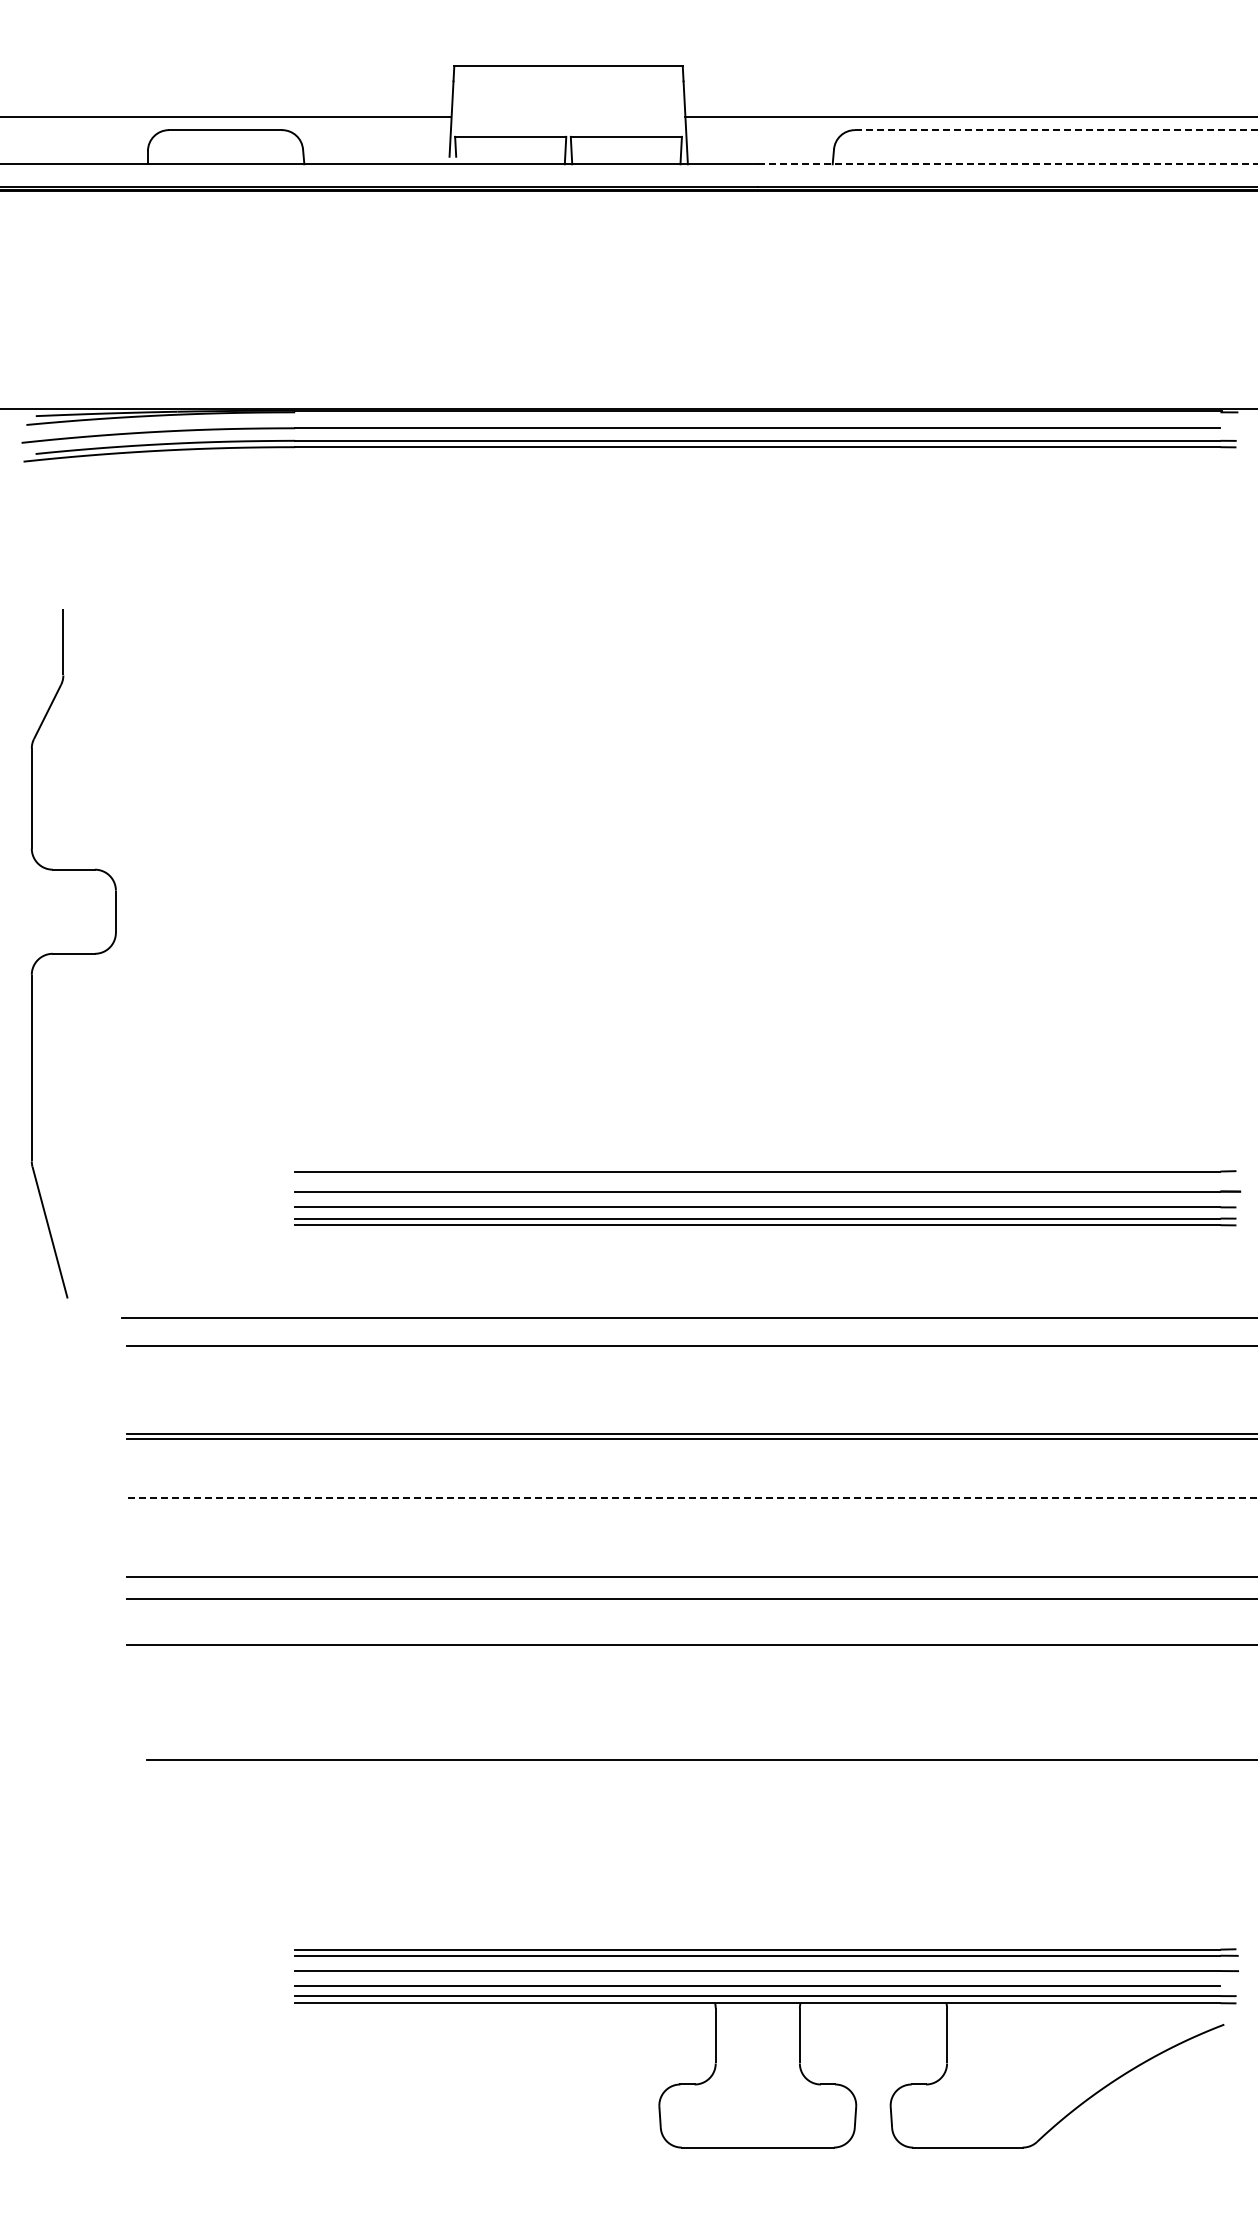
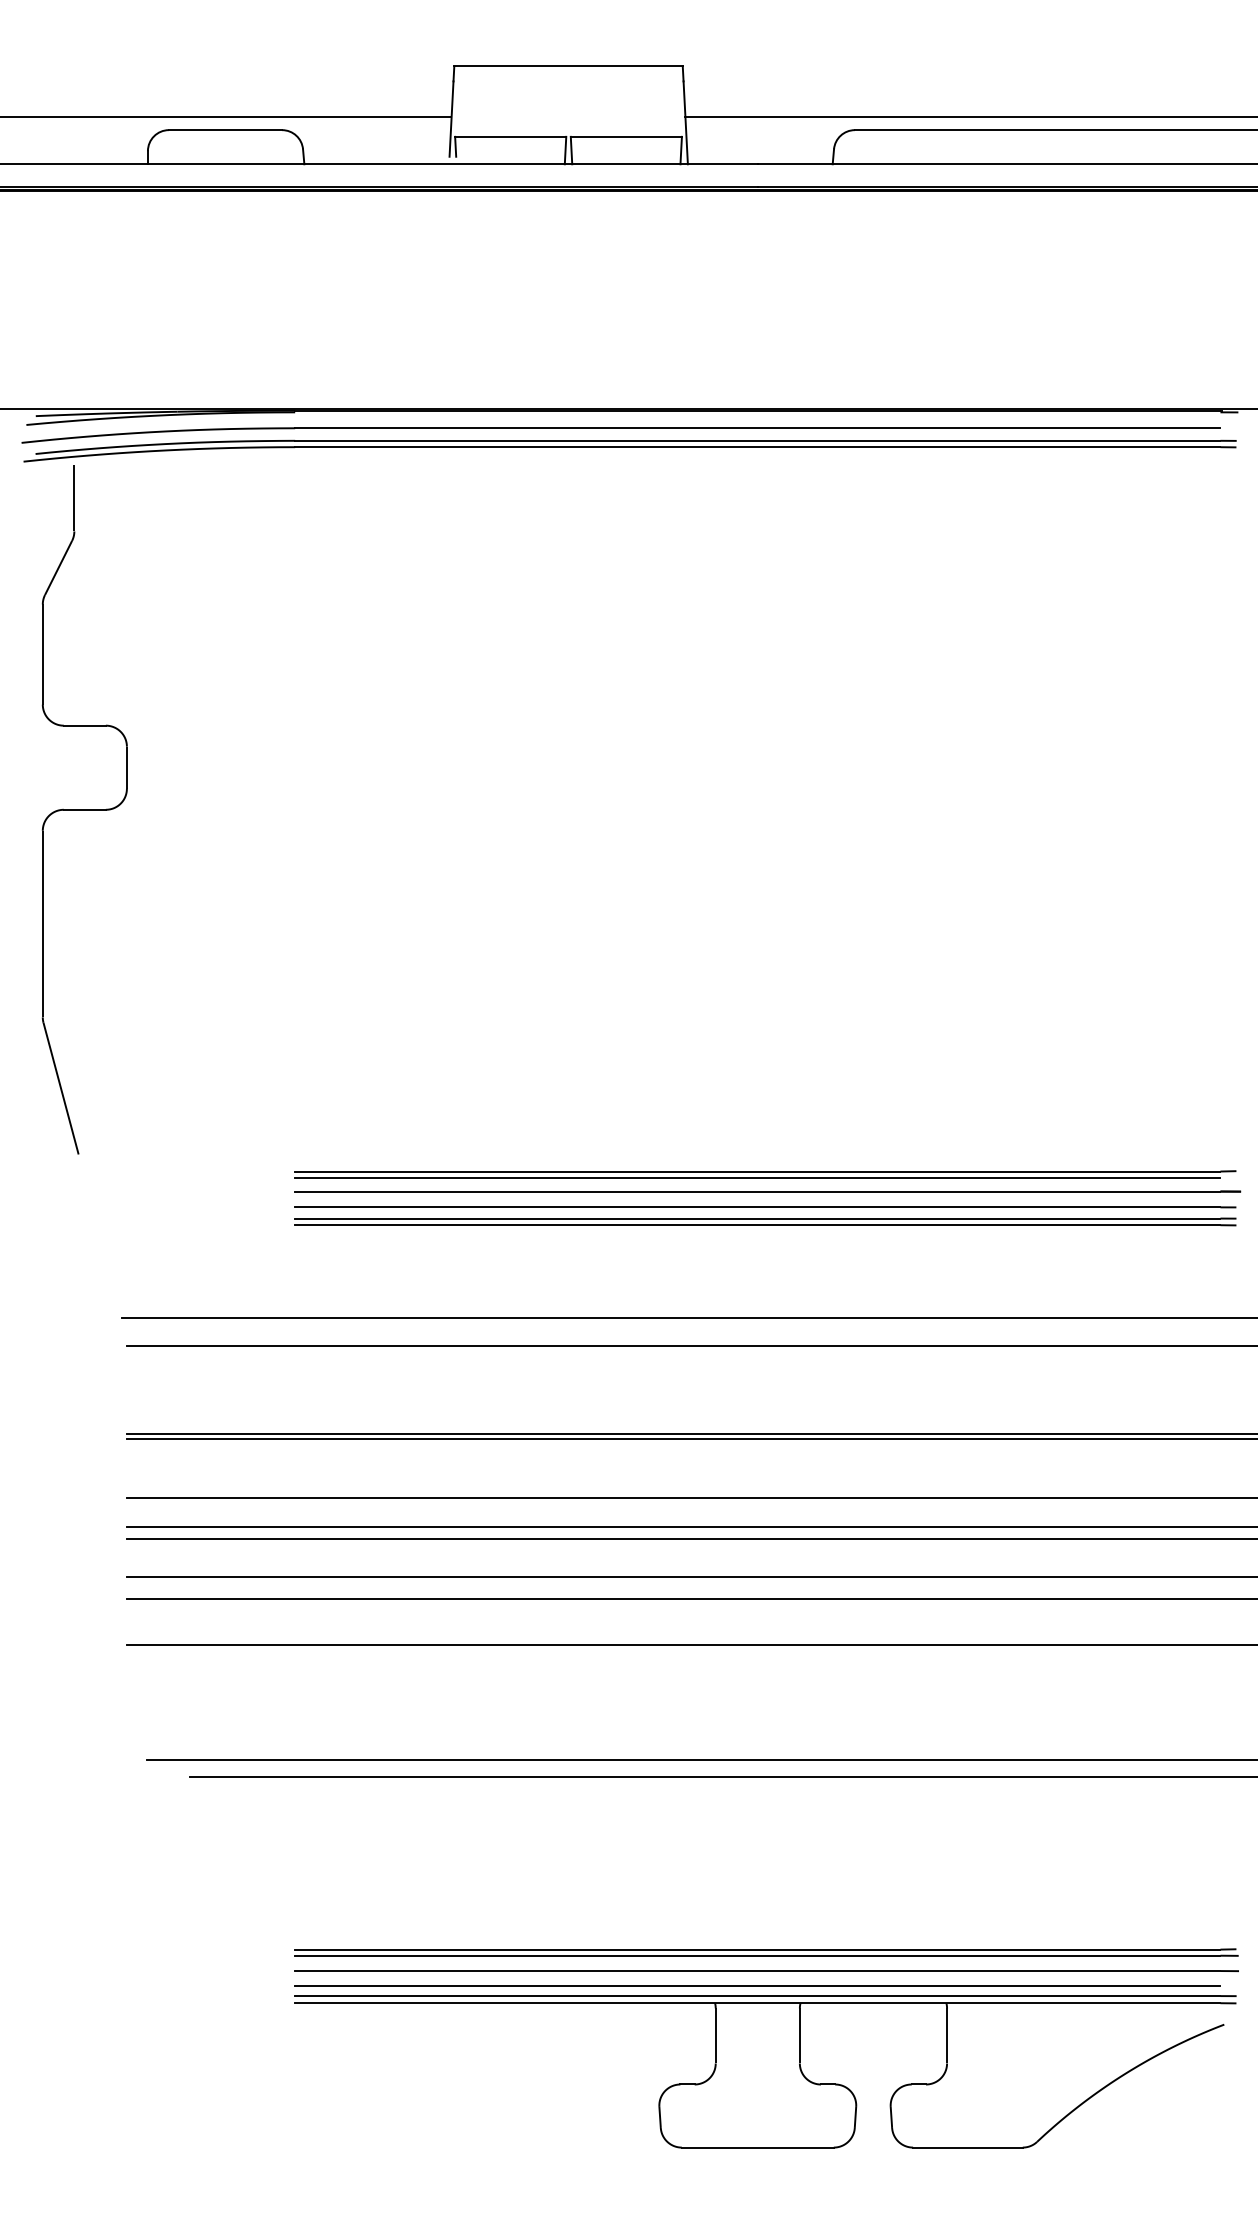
line at (1056, 130): dashed -> solid
line at (1007, 164): dashed -> solid
part at (73, 953) position: (73, 953) -> (84, 809)
line at (757, 1177): none -> present
line at (691, 1497): dashed -> solid
line at (690, 1526): none -> present
line at (690, 1539): none -> present
line at (722, 1777): none -> present
